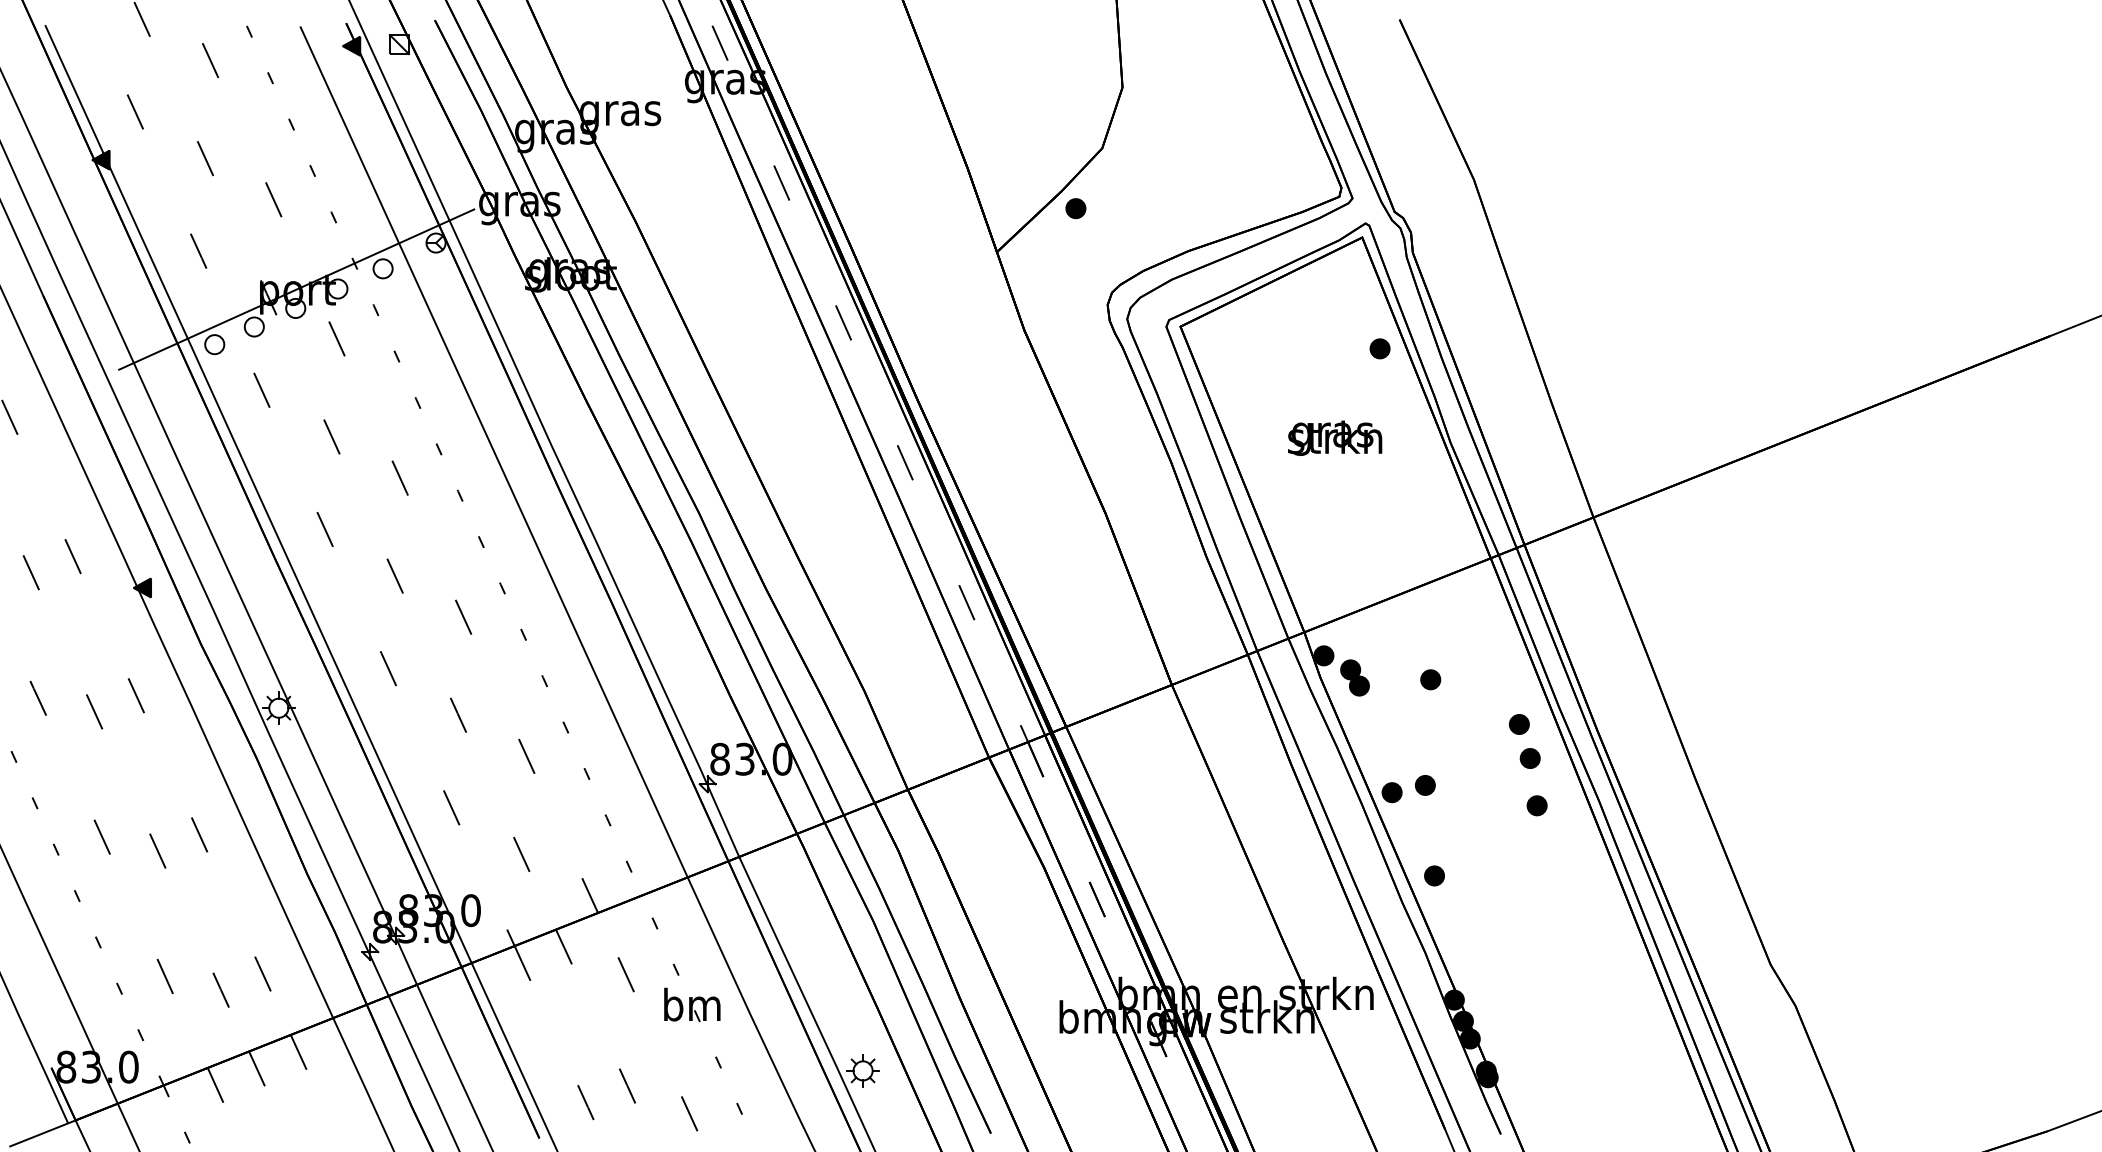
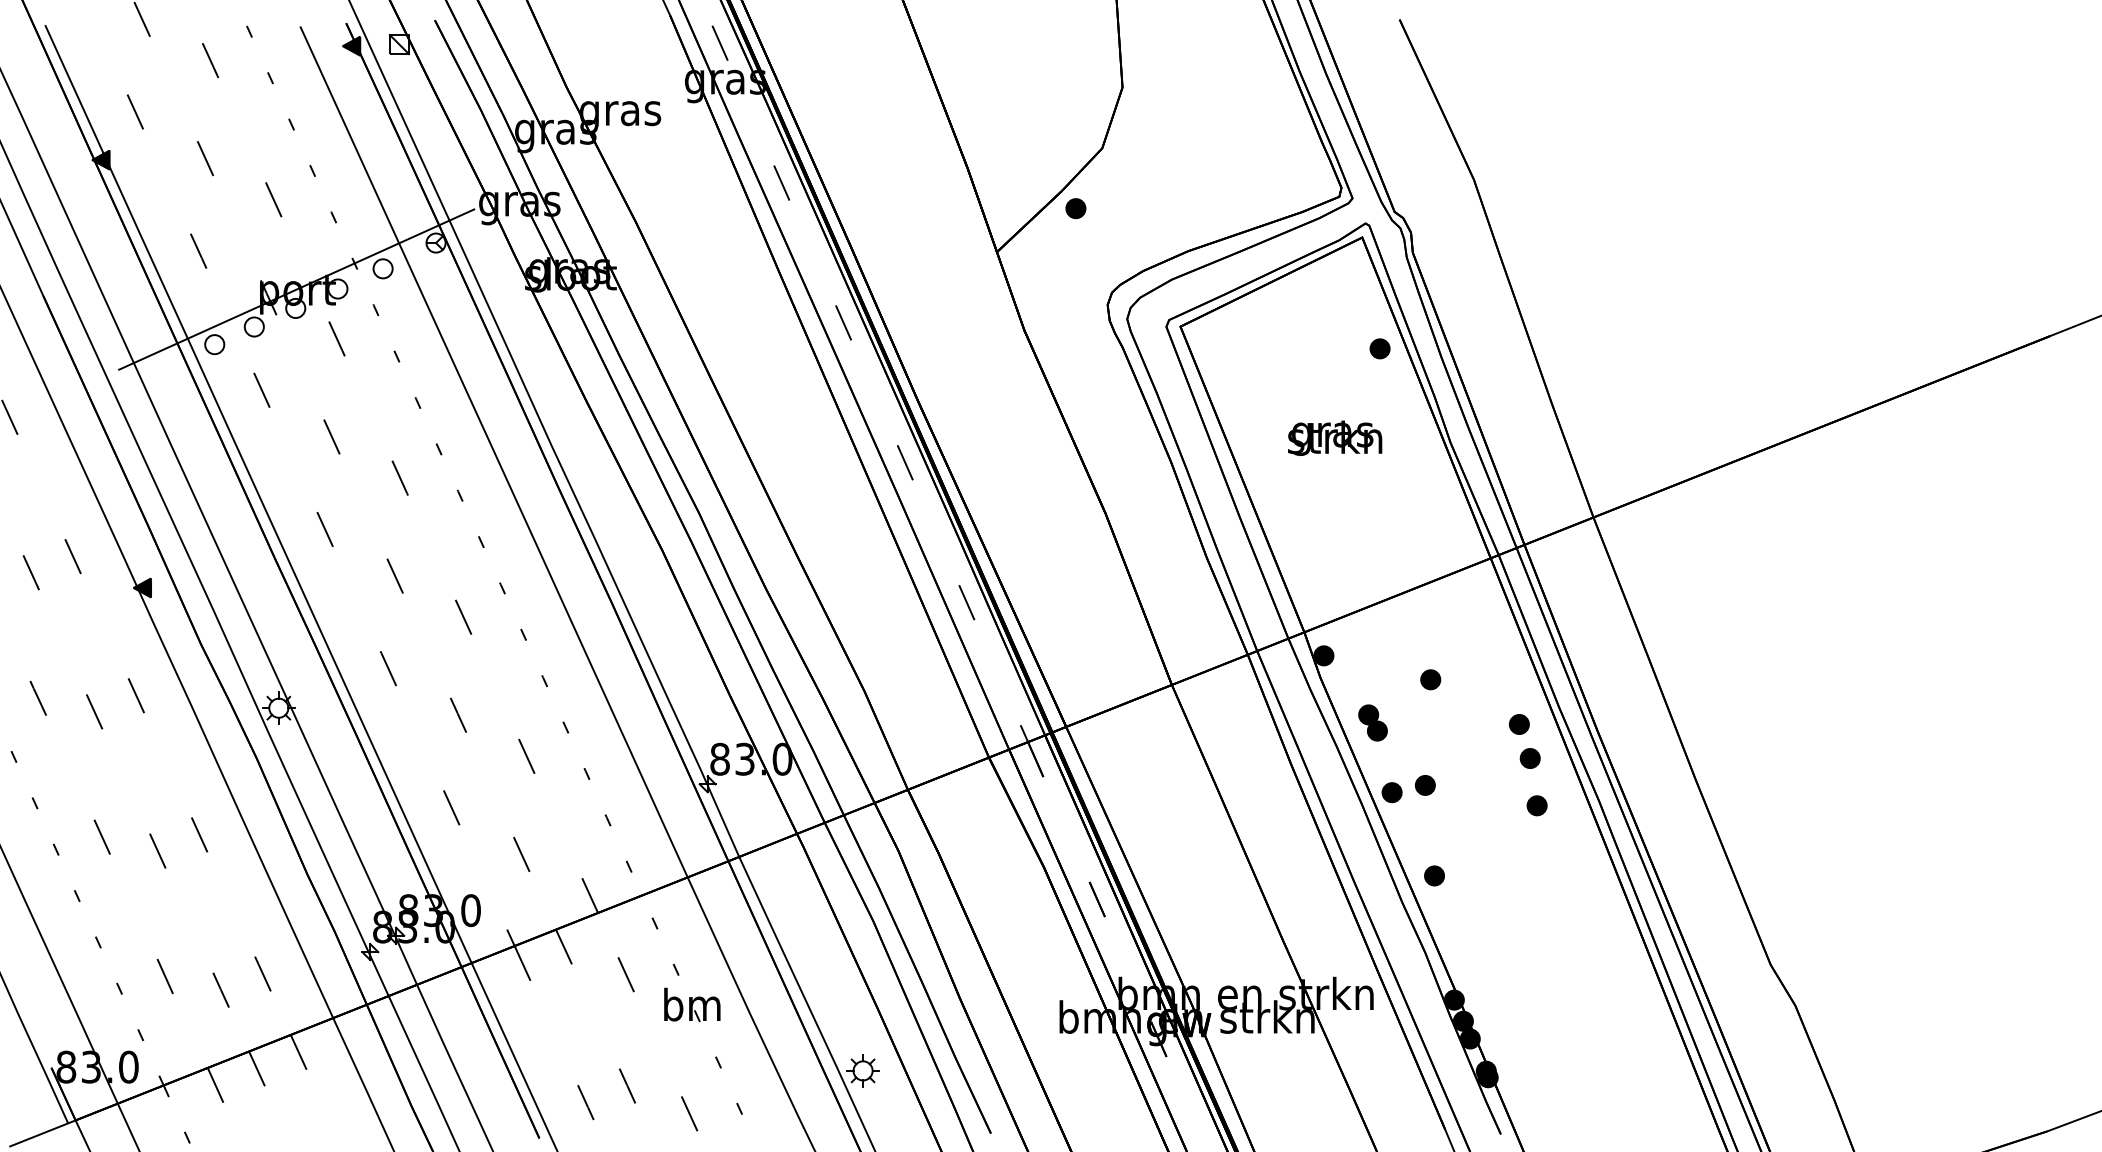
part at (1354, 677) position: (1354, 677) -> (1372, 722)
